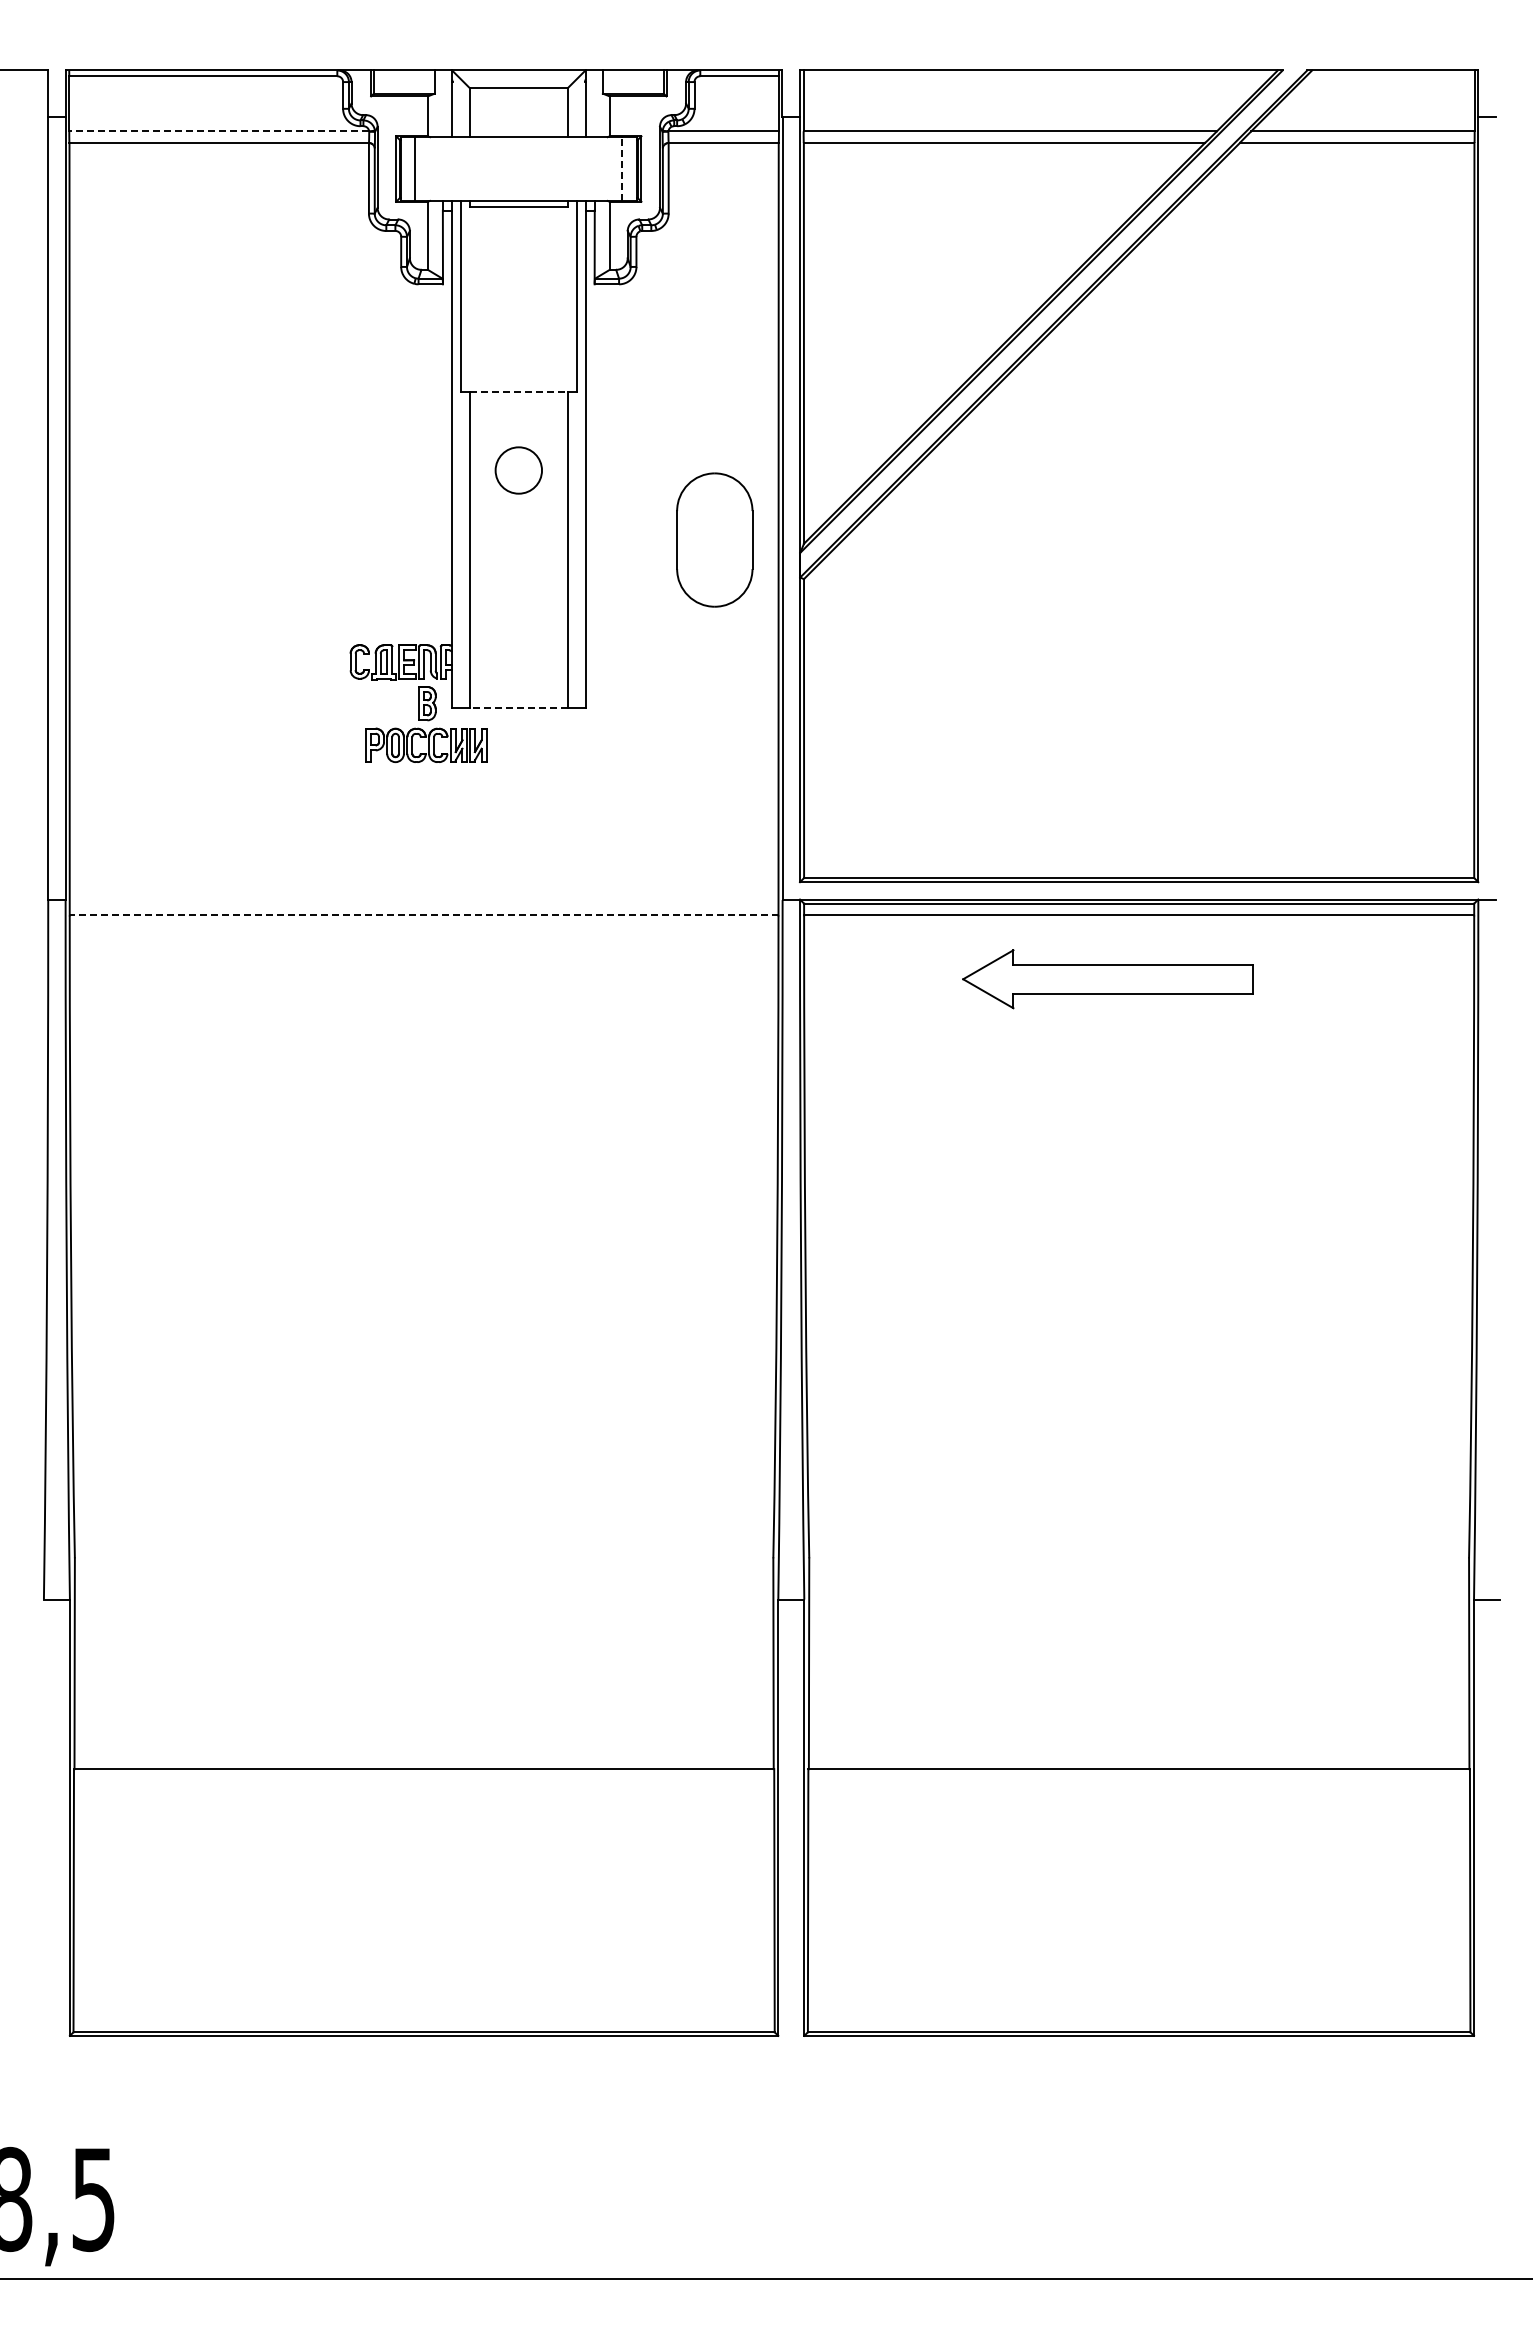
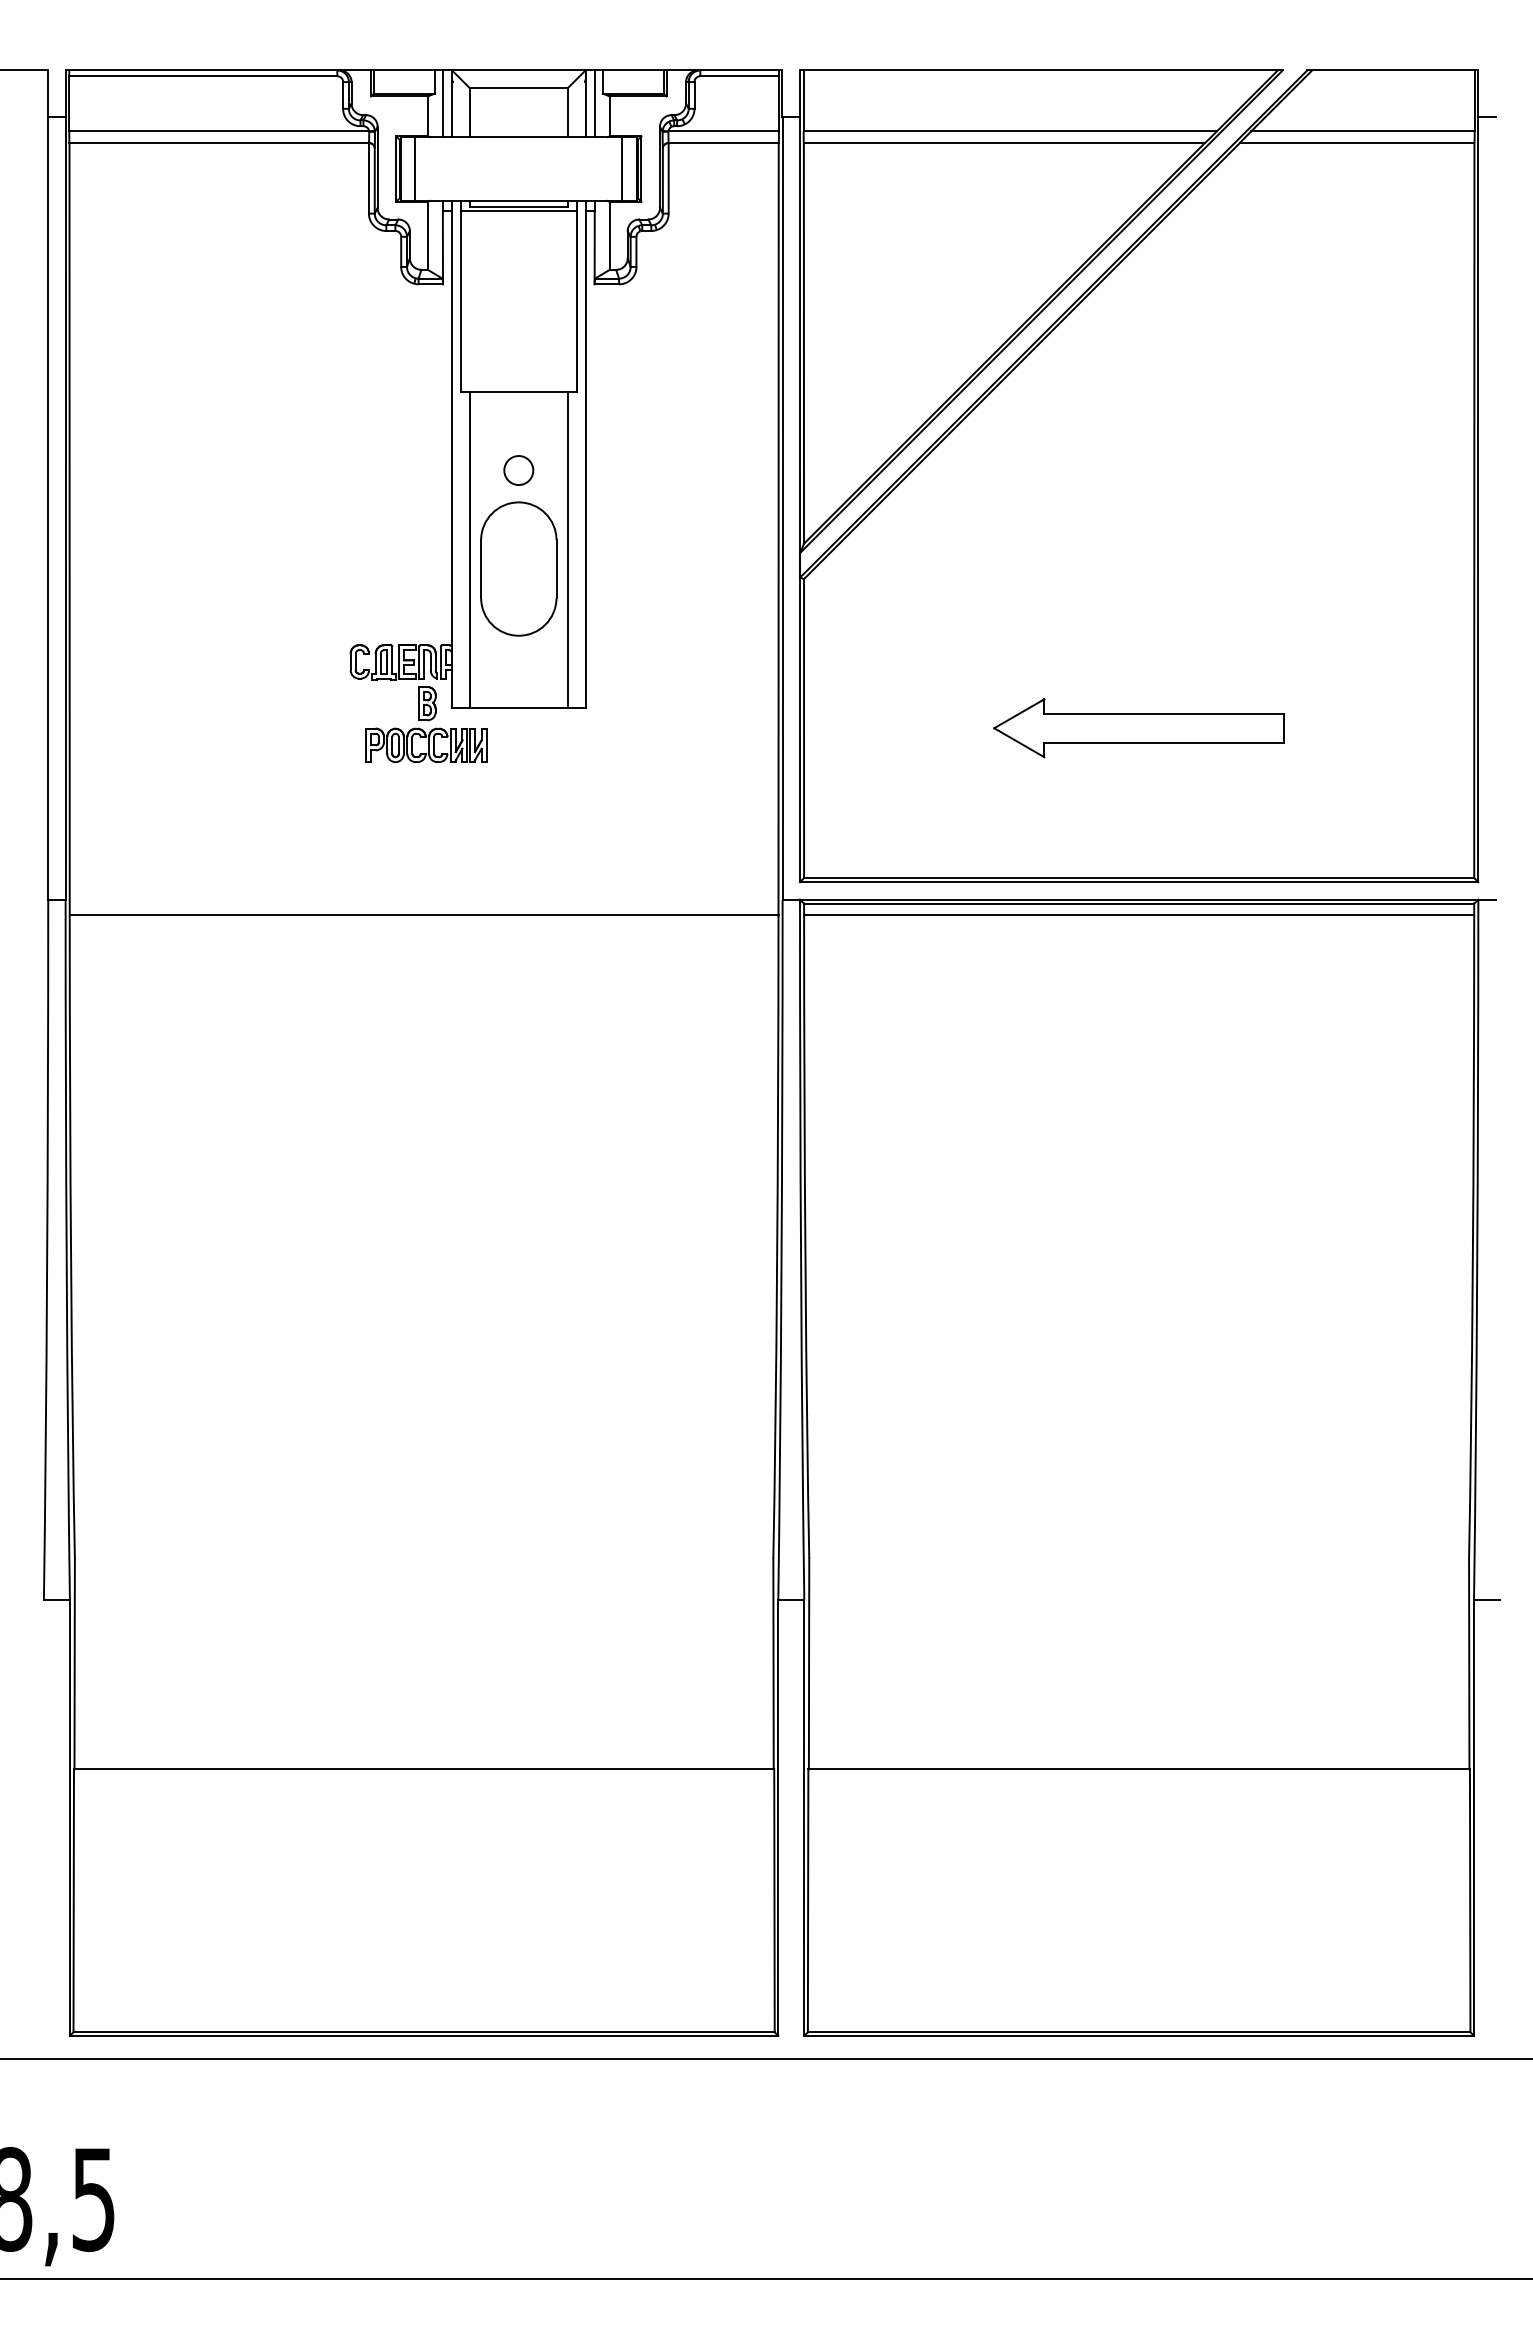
line at (442, 103): none -> present
line at (594, 103): none -> present
line at (219, 131): dashed -> solid
line at (622, 169): dashed -> solid
line at (518, 210): none -> present
line at (519, 392): dashed -> solid
circle at (518, 470) diameter: 46 px -> 29 px
part at (714, 539) position: (714, 539) -> (518, 568)
line at (518, 708): dashed -> solid
line at (423, 915): dashed -> solid
part at (1107, 979) position: (1107, 979) -> (1138, 728)
line at (765, 2059): none -> present
